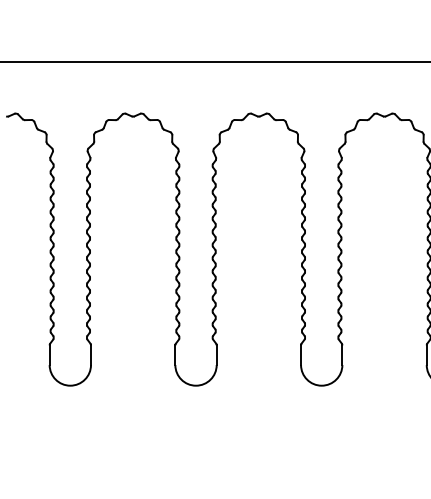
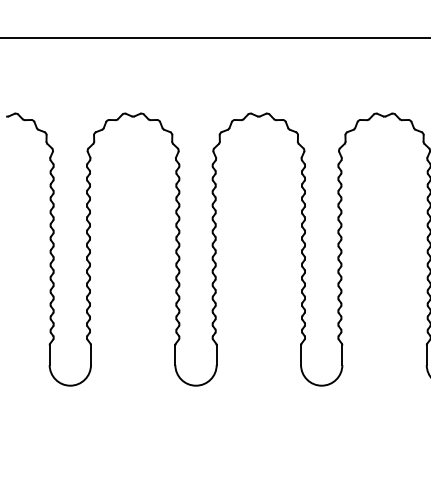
line at (214, 62) position: (214, 62) -> (214, 38)
